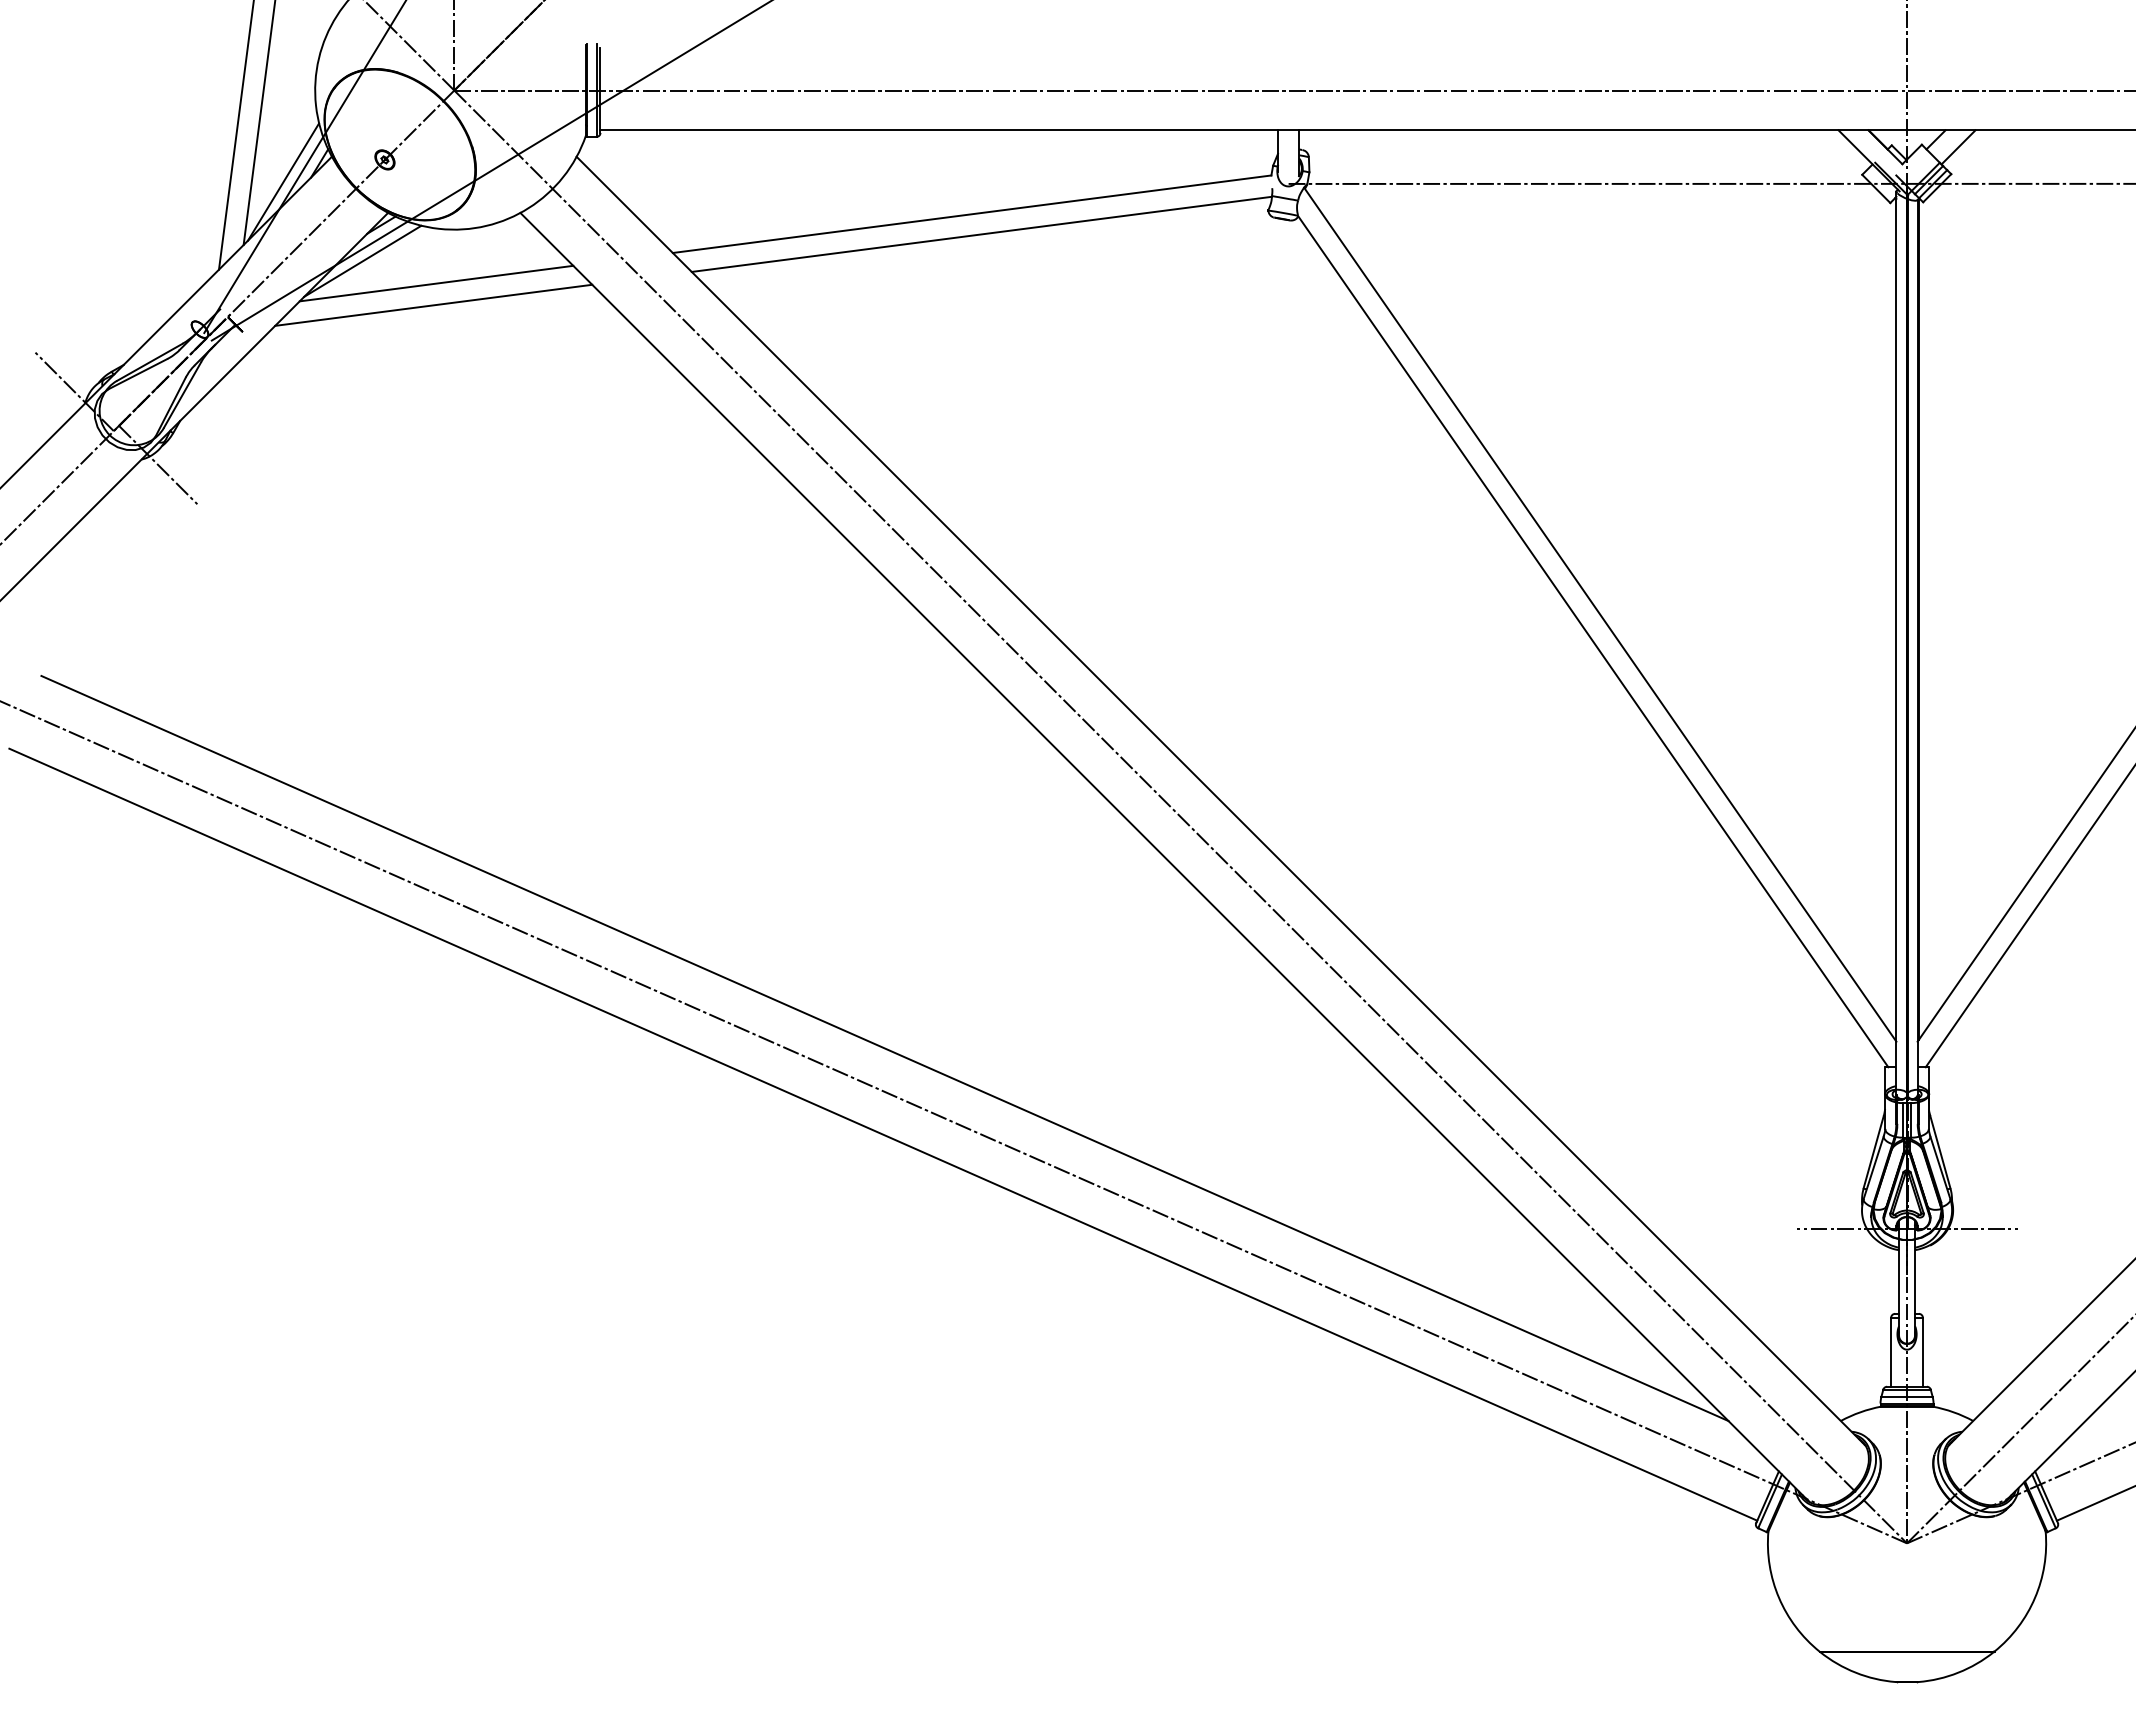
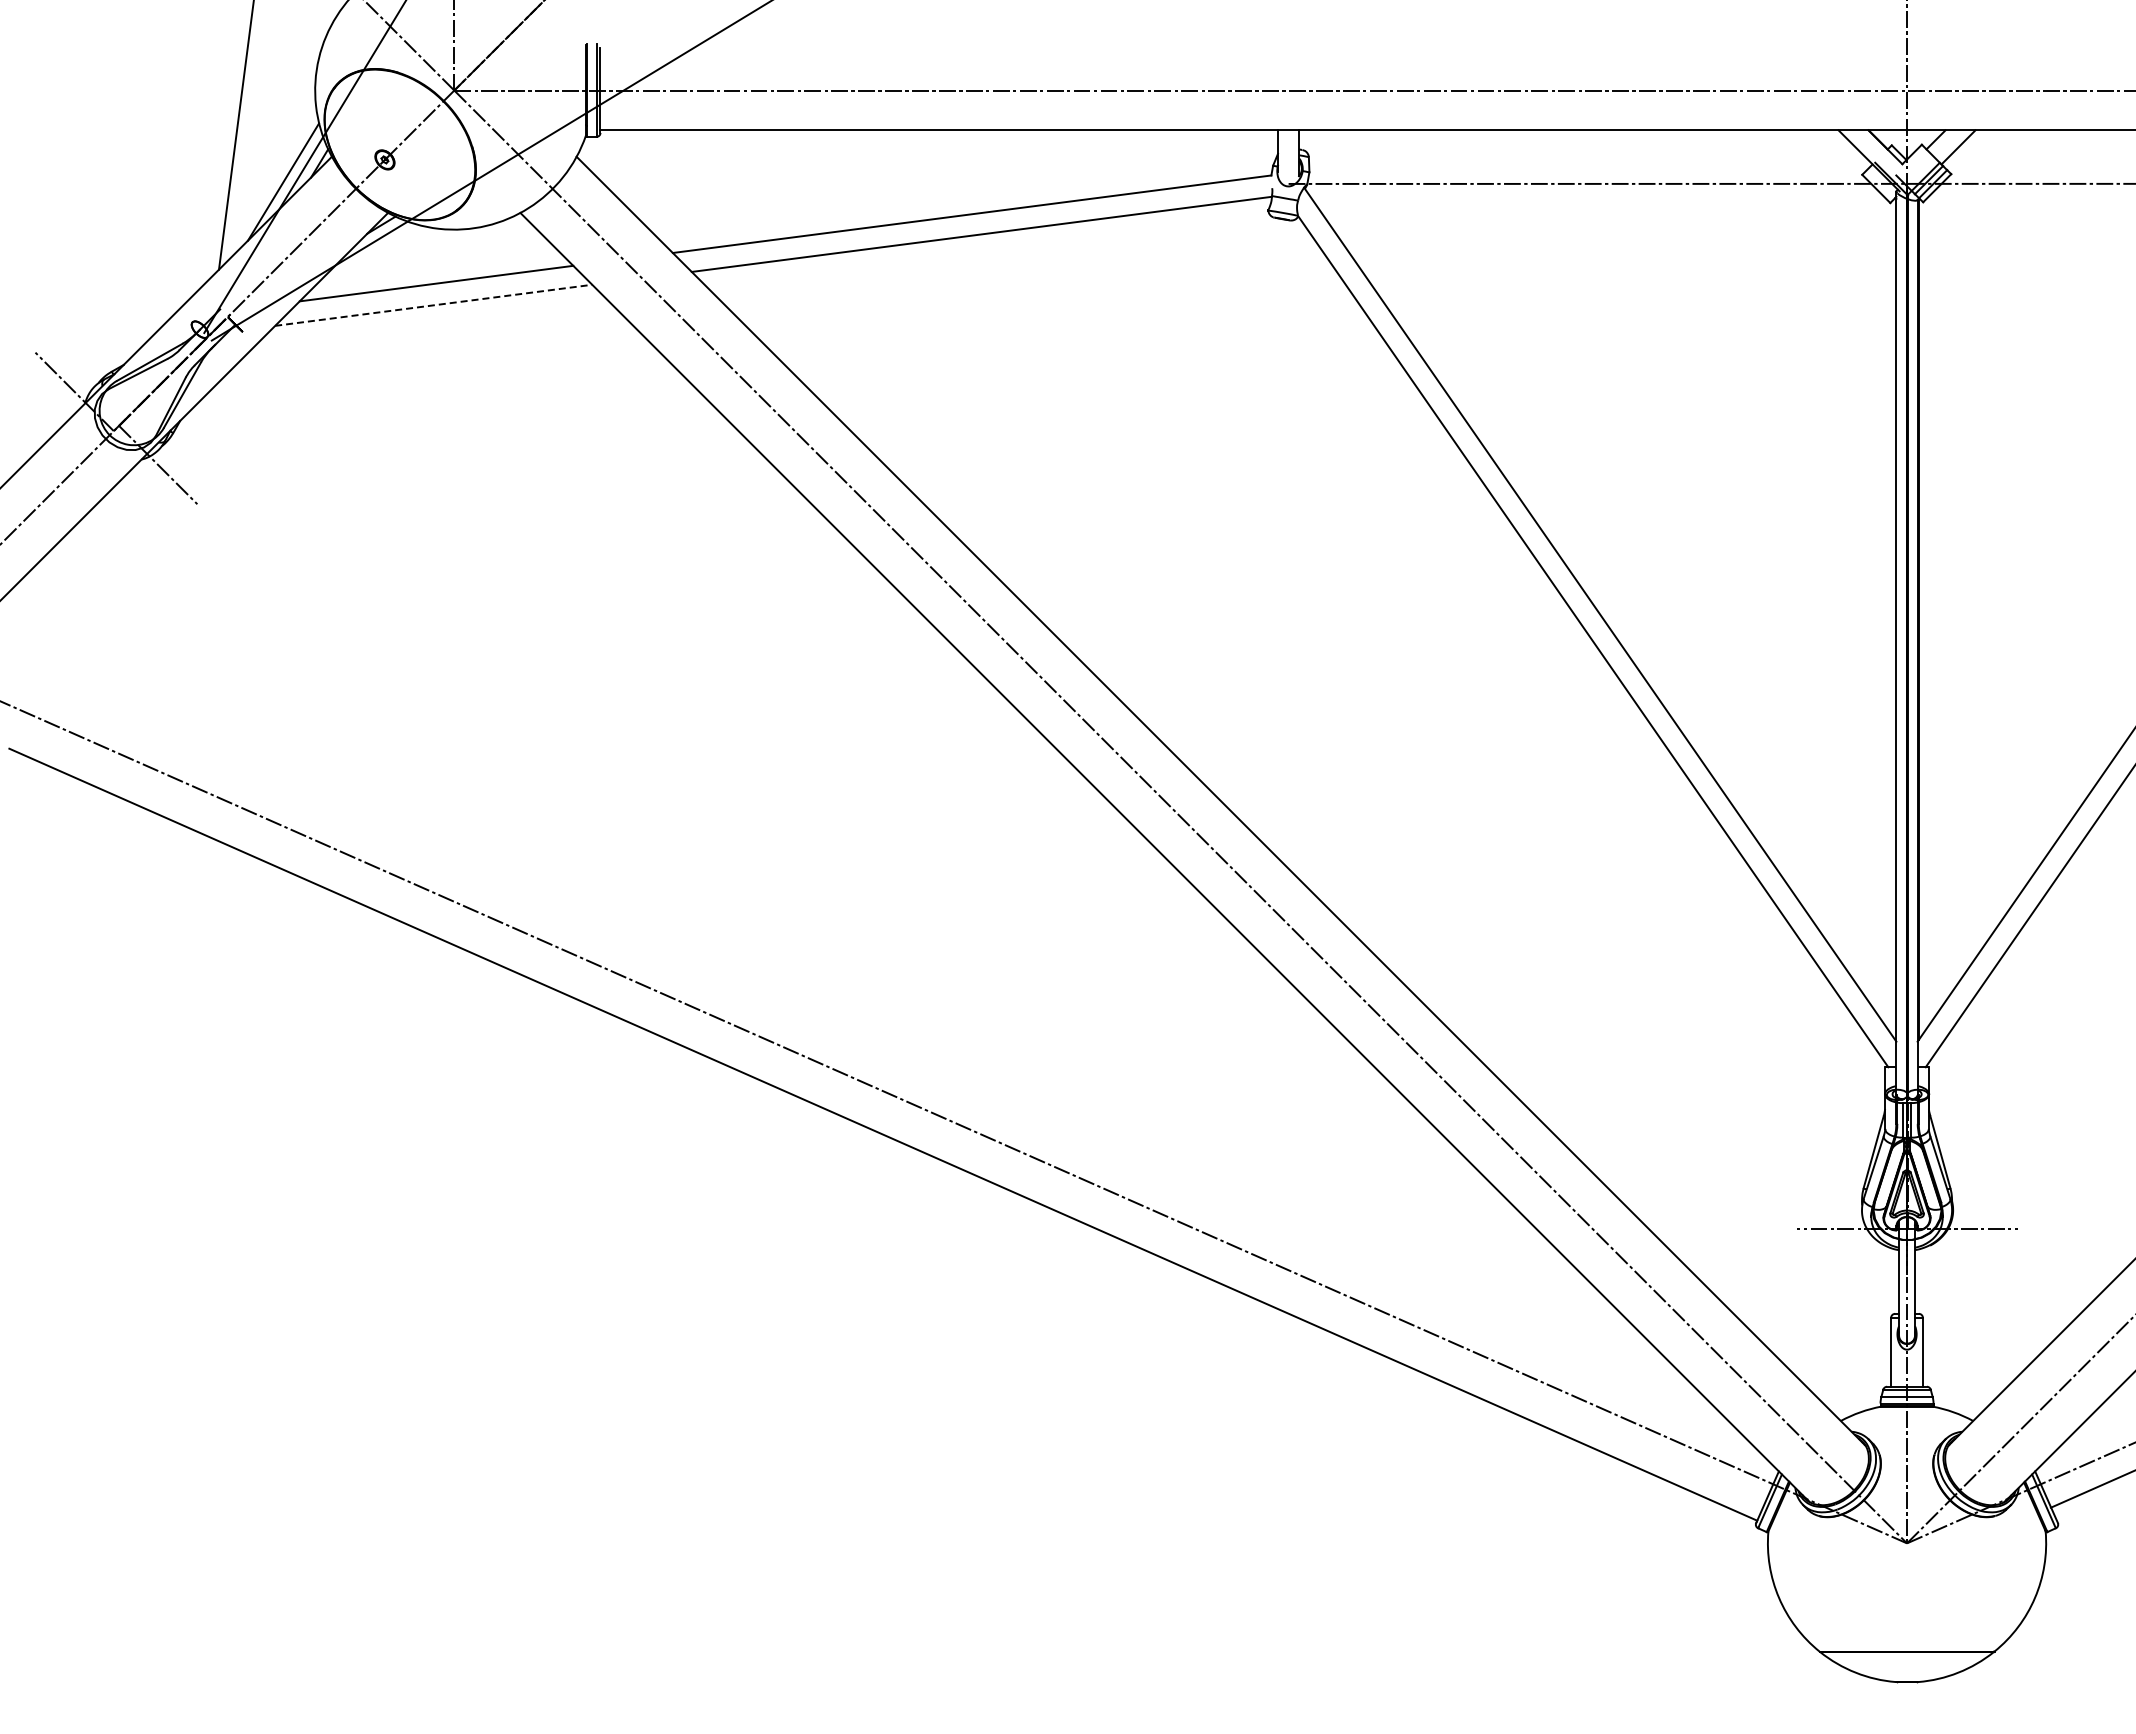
line at (259, 123): present -> none
line at (362, 260): present -> none
line at (433, 305): solid -> dashed
line at (884, 1048): present -> none
line at (2094, 1503) position: (2094, 1503) -> (2091, 1489)
